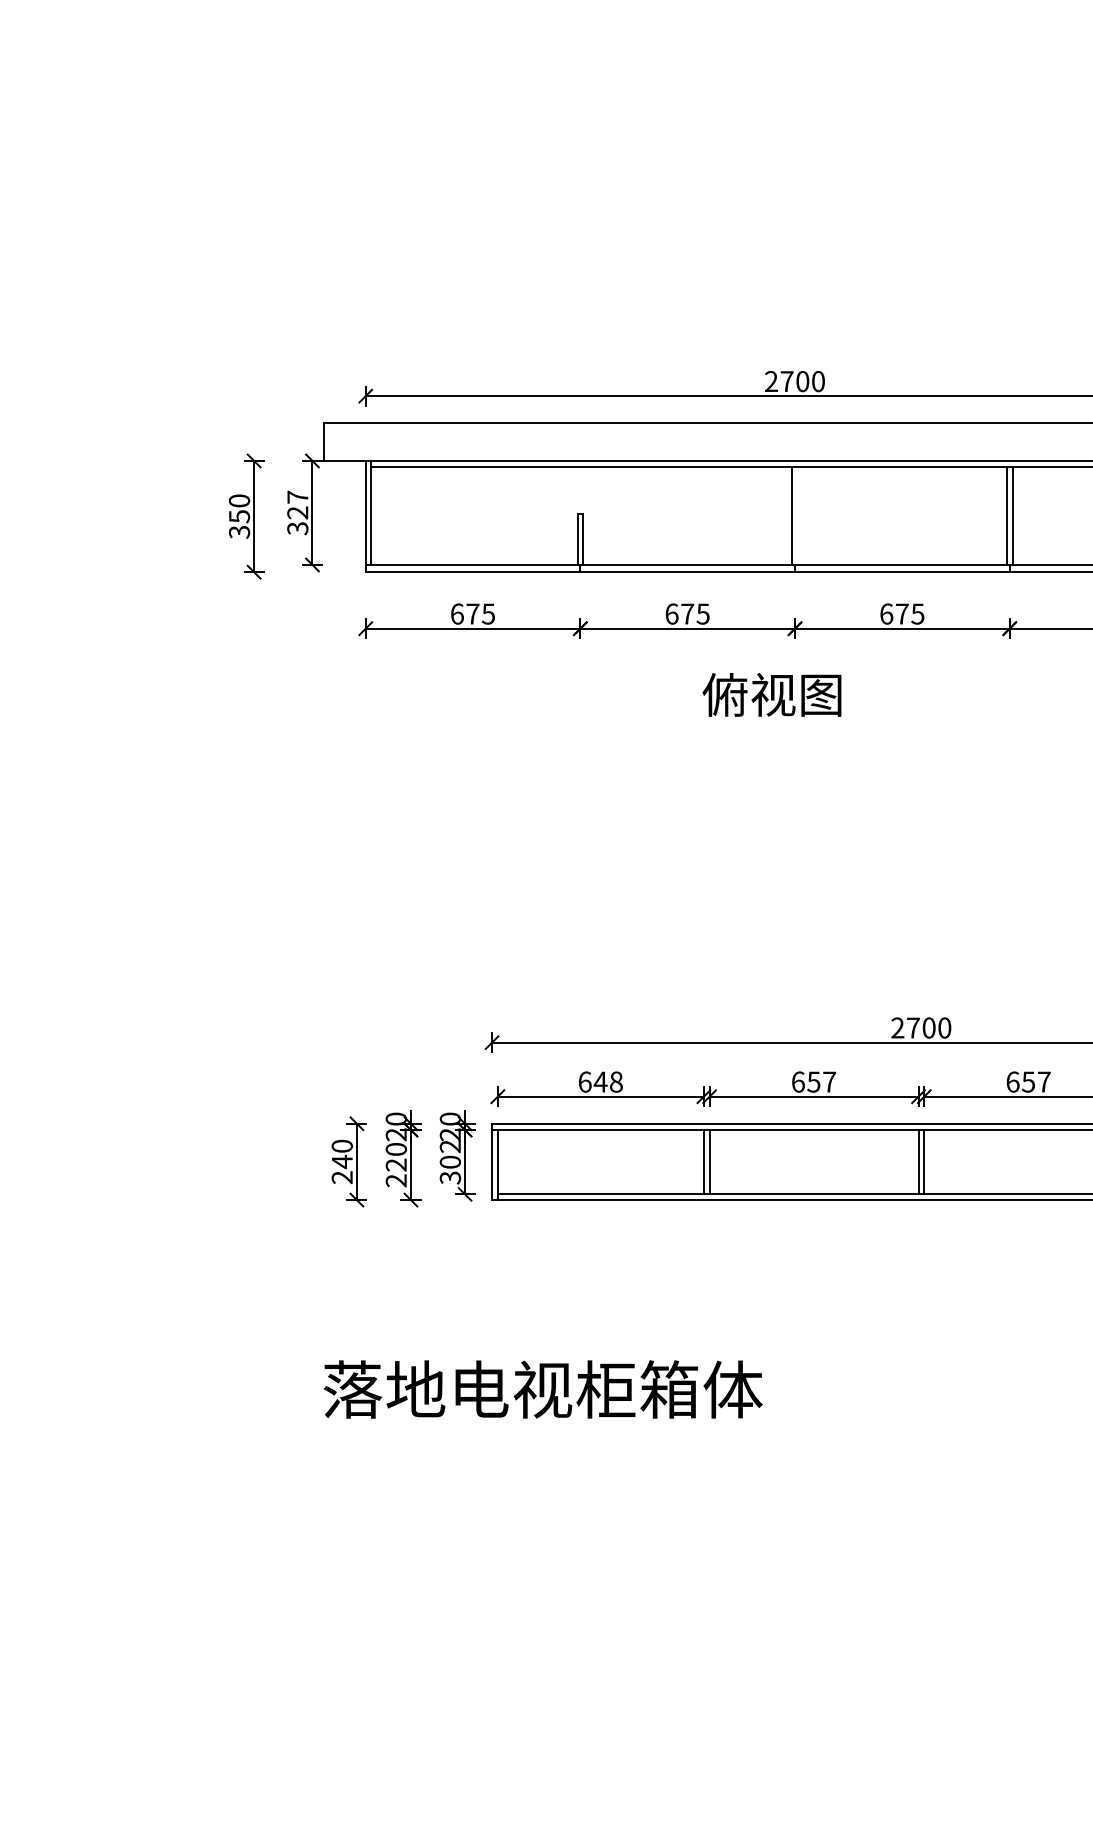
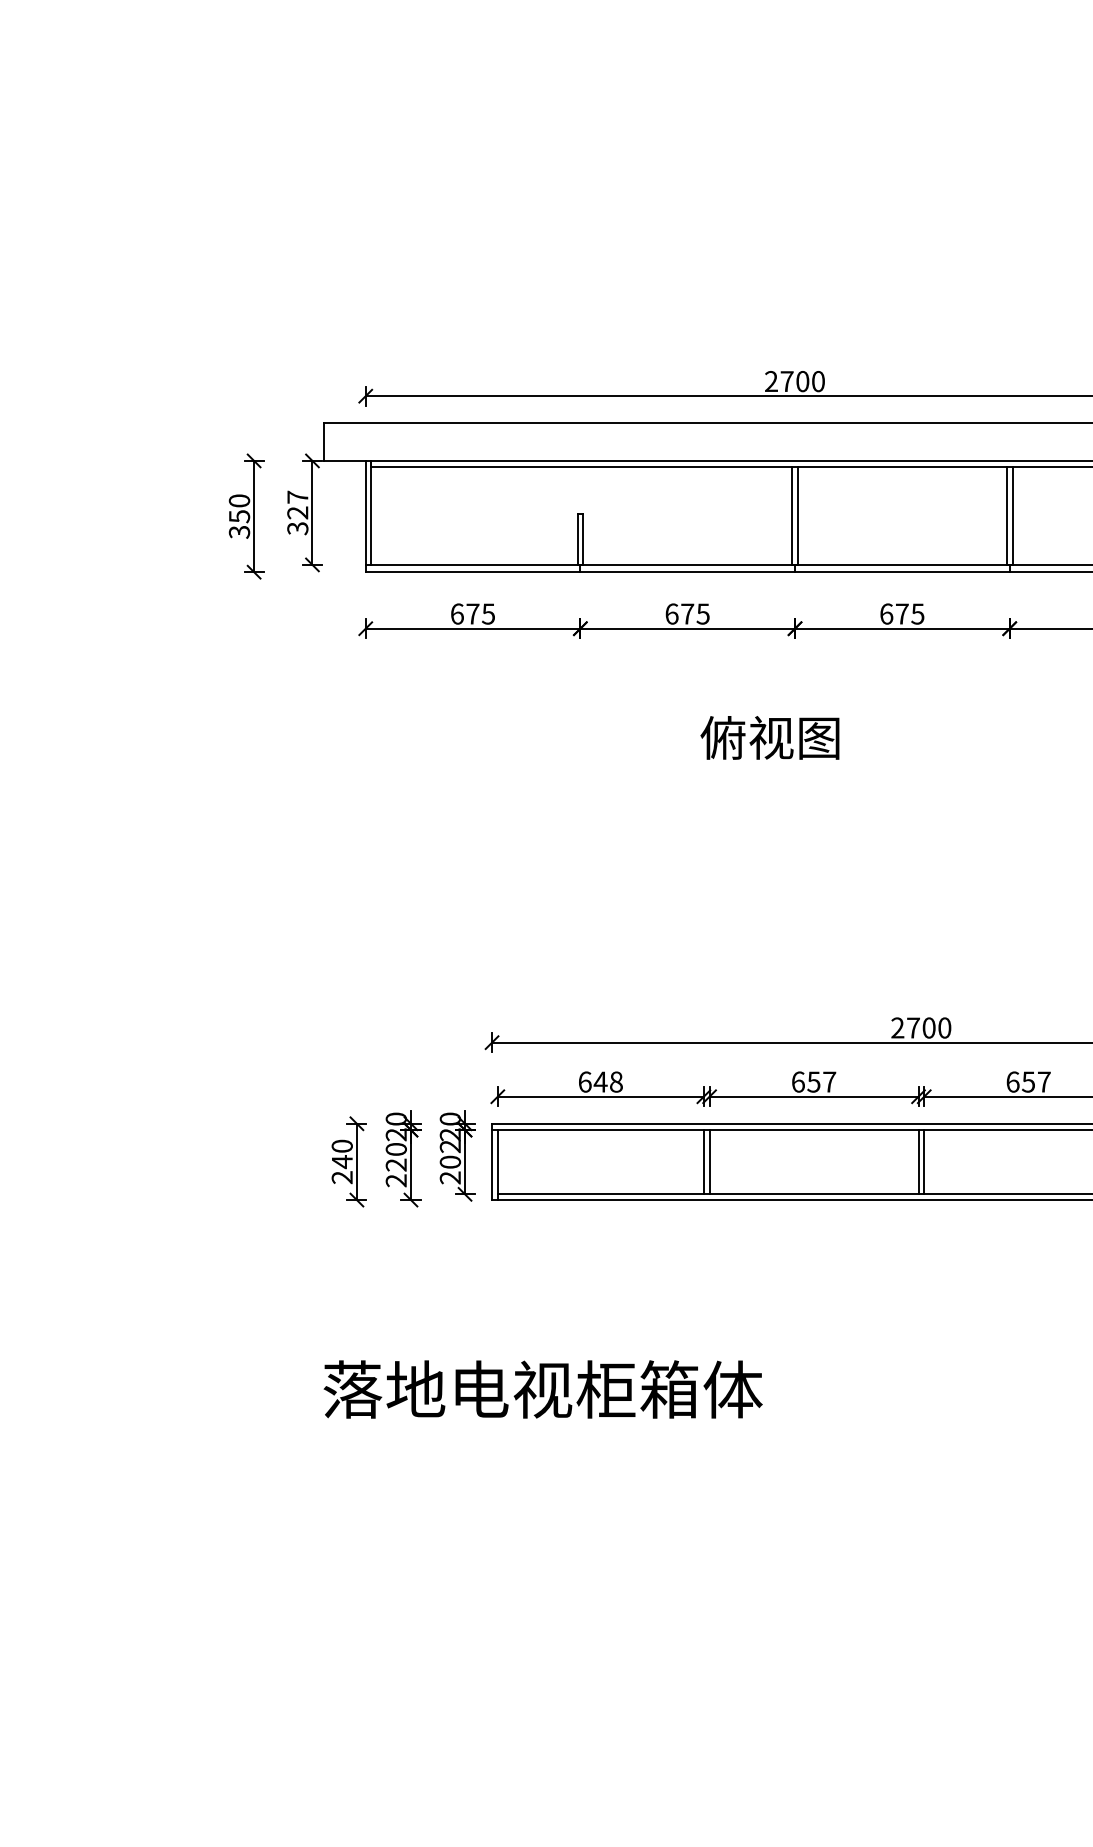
line at (797, 515): none -> present
text at (771, 694) position: (771, 694) -> (769, 737)
text at (450, 1177): 302 -> 202
